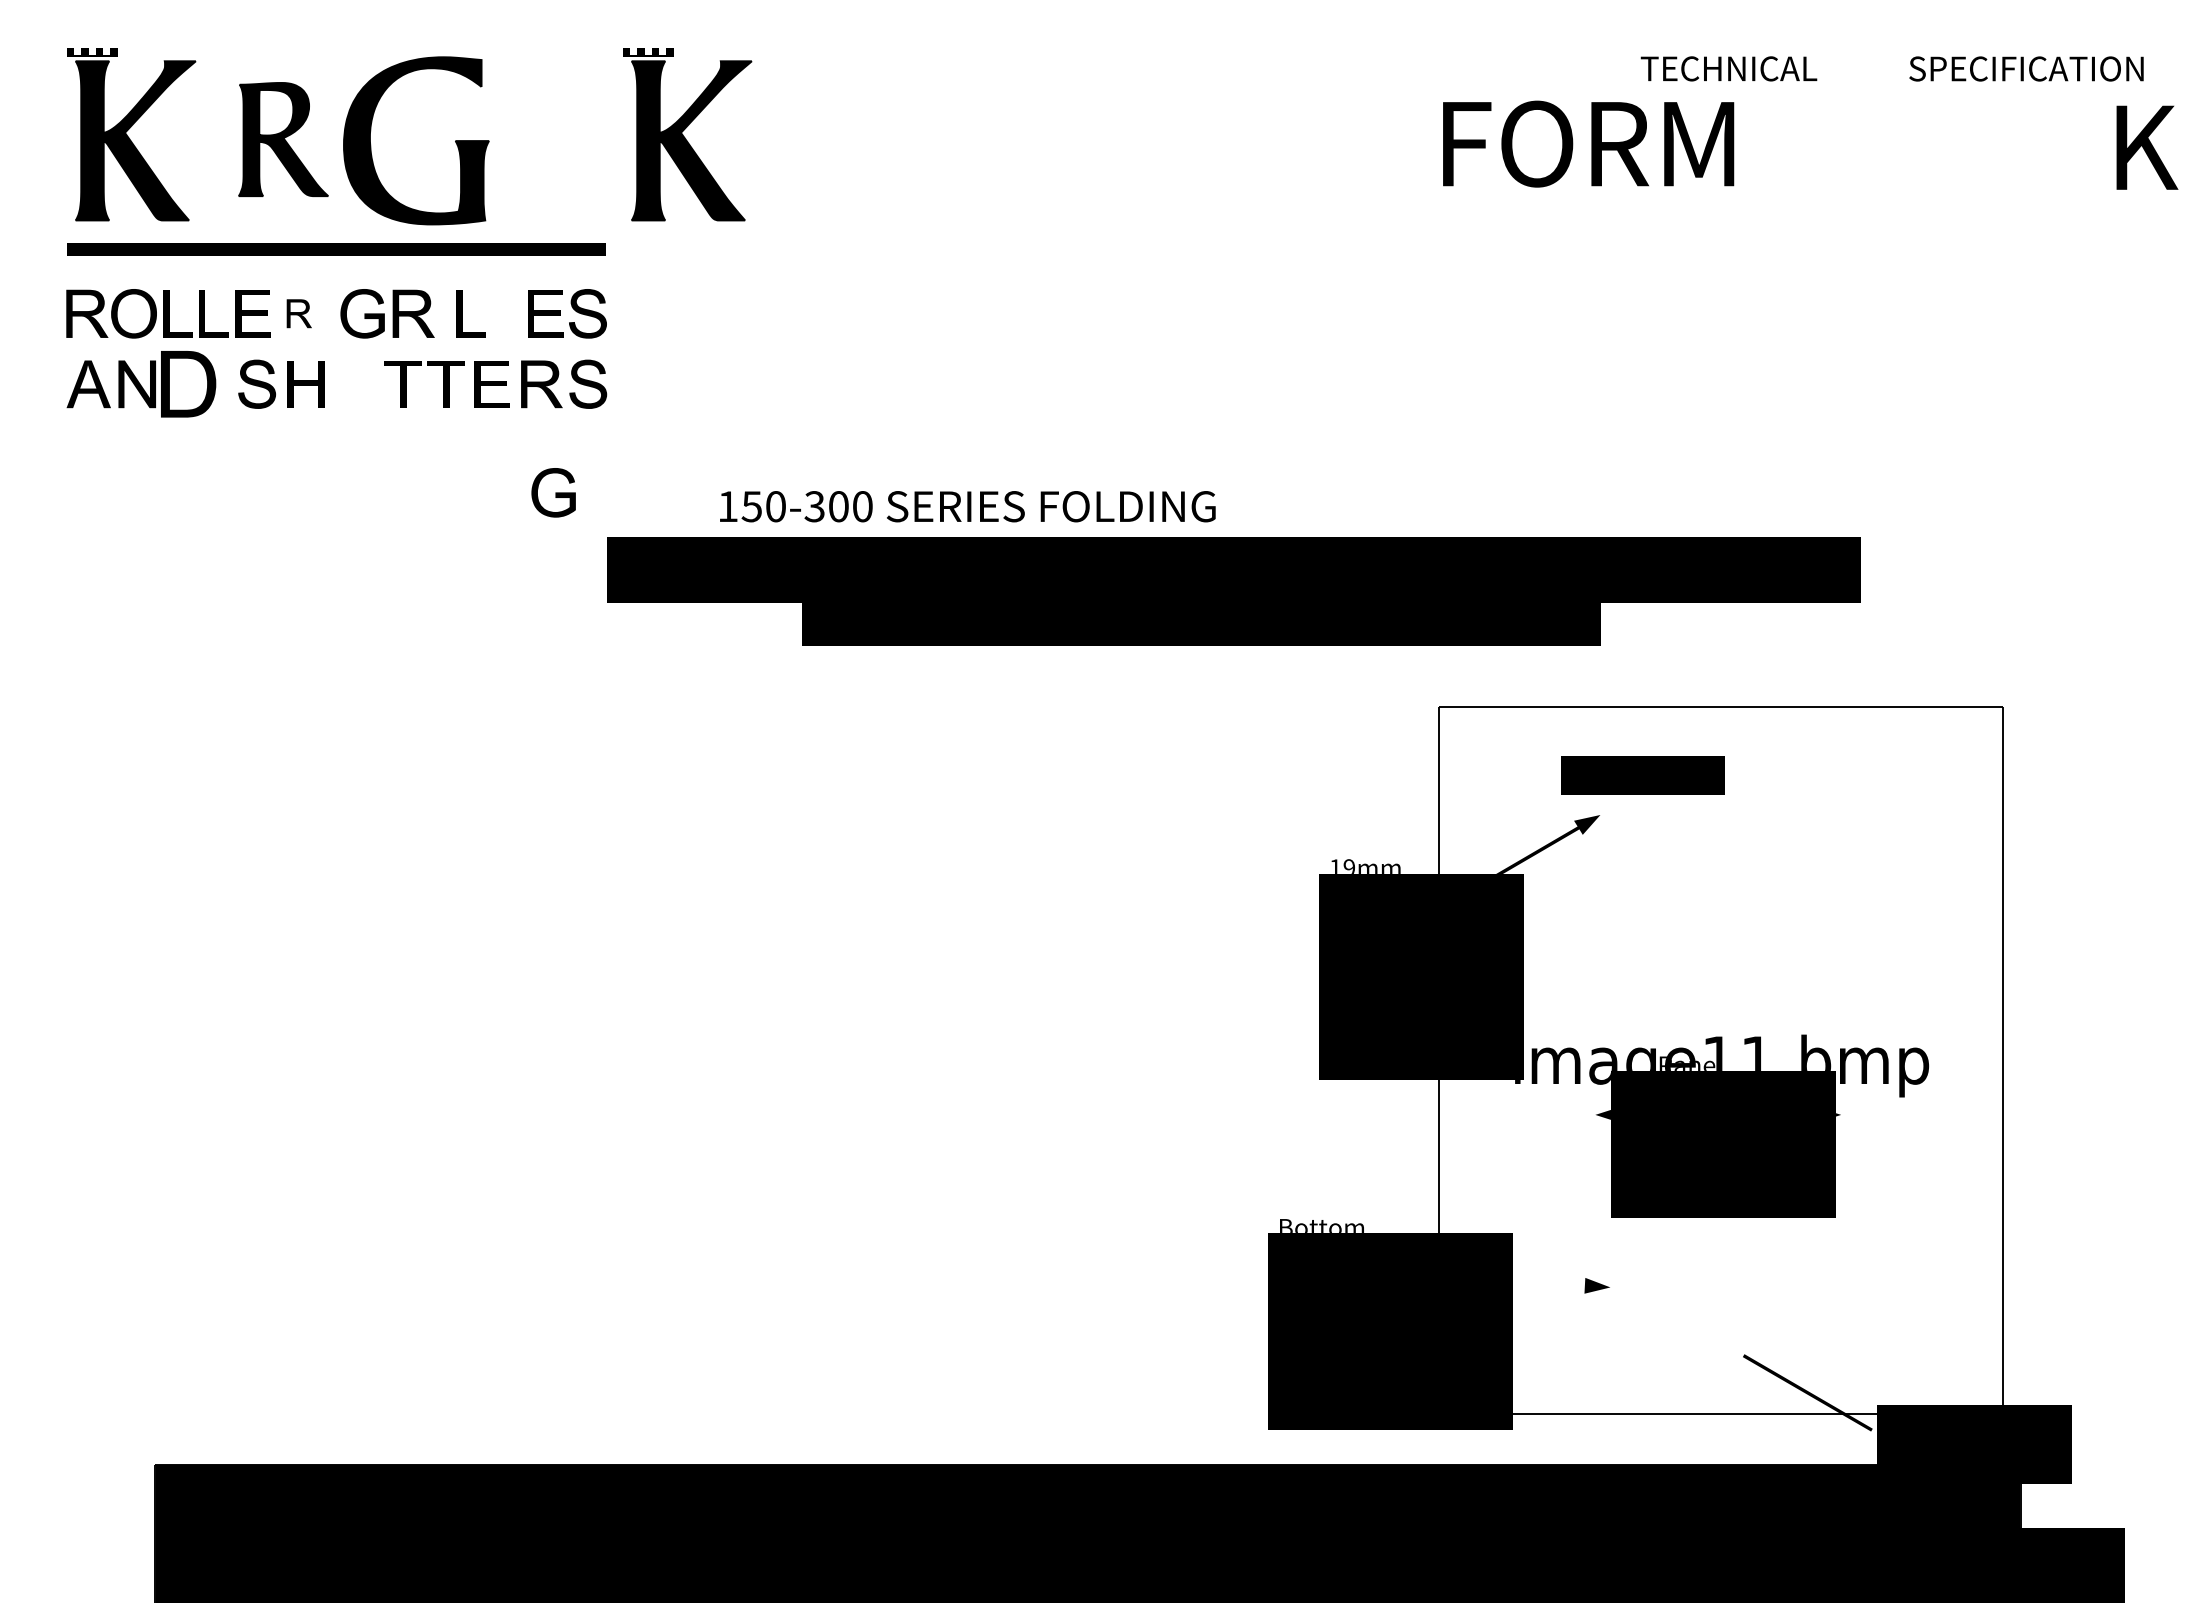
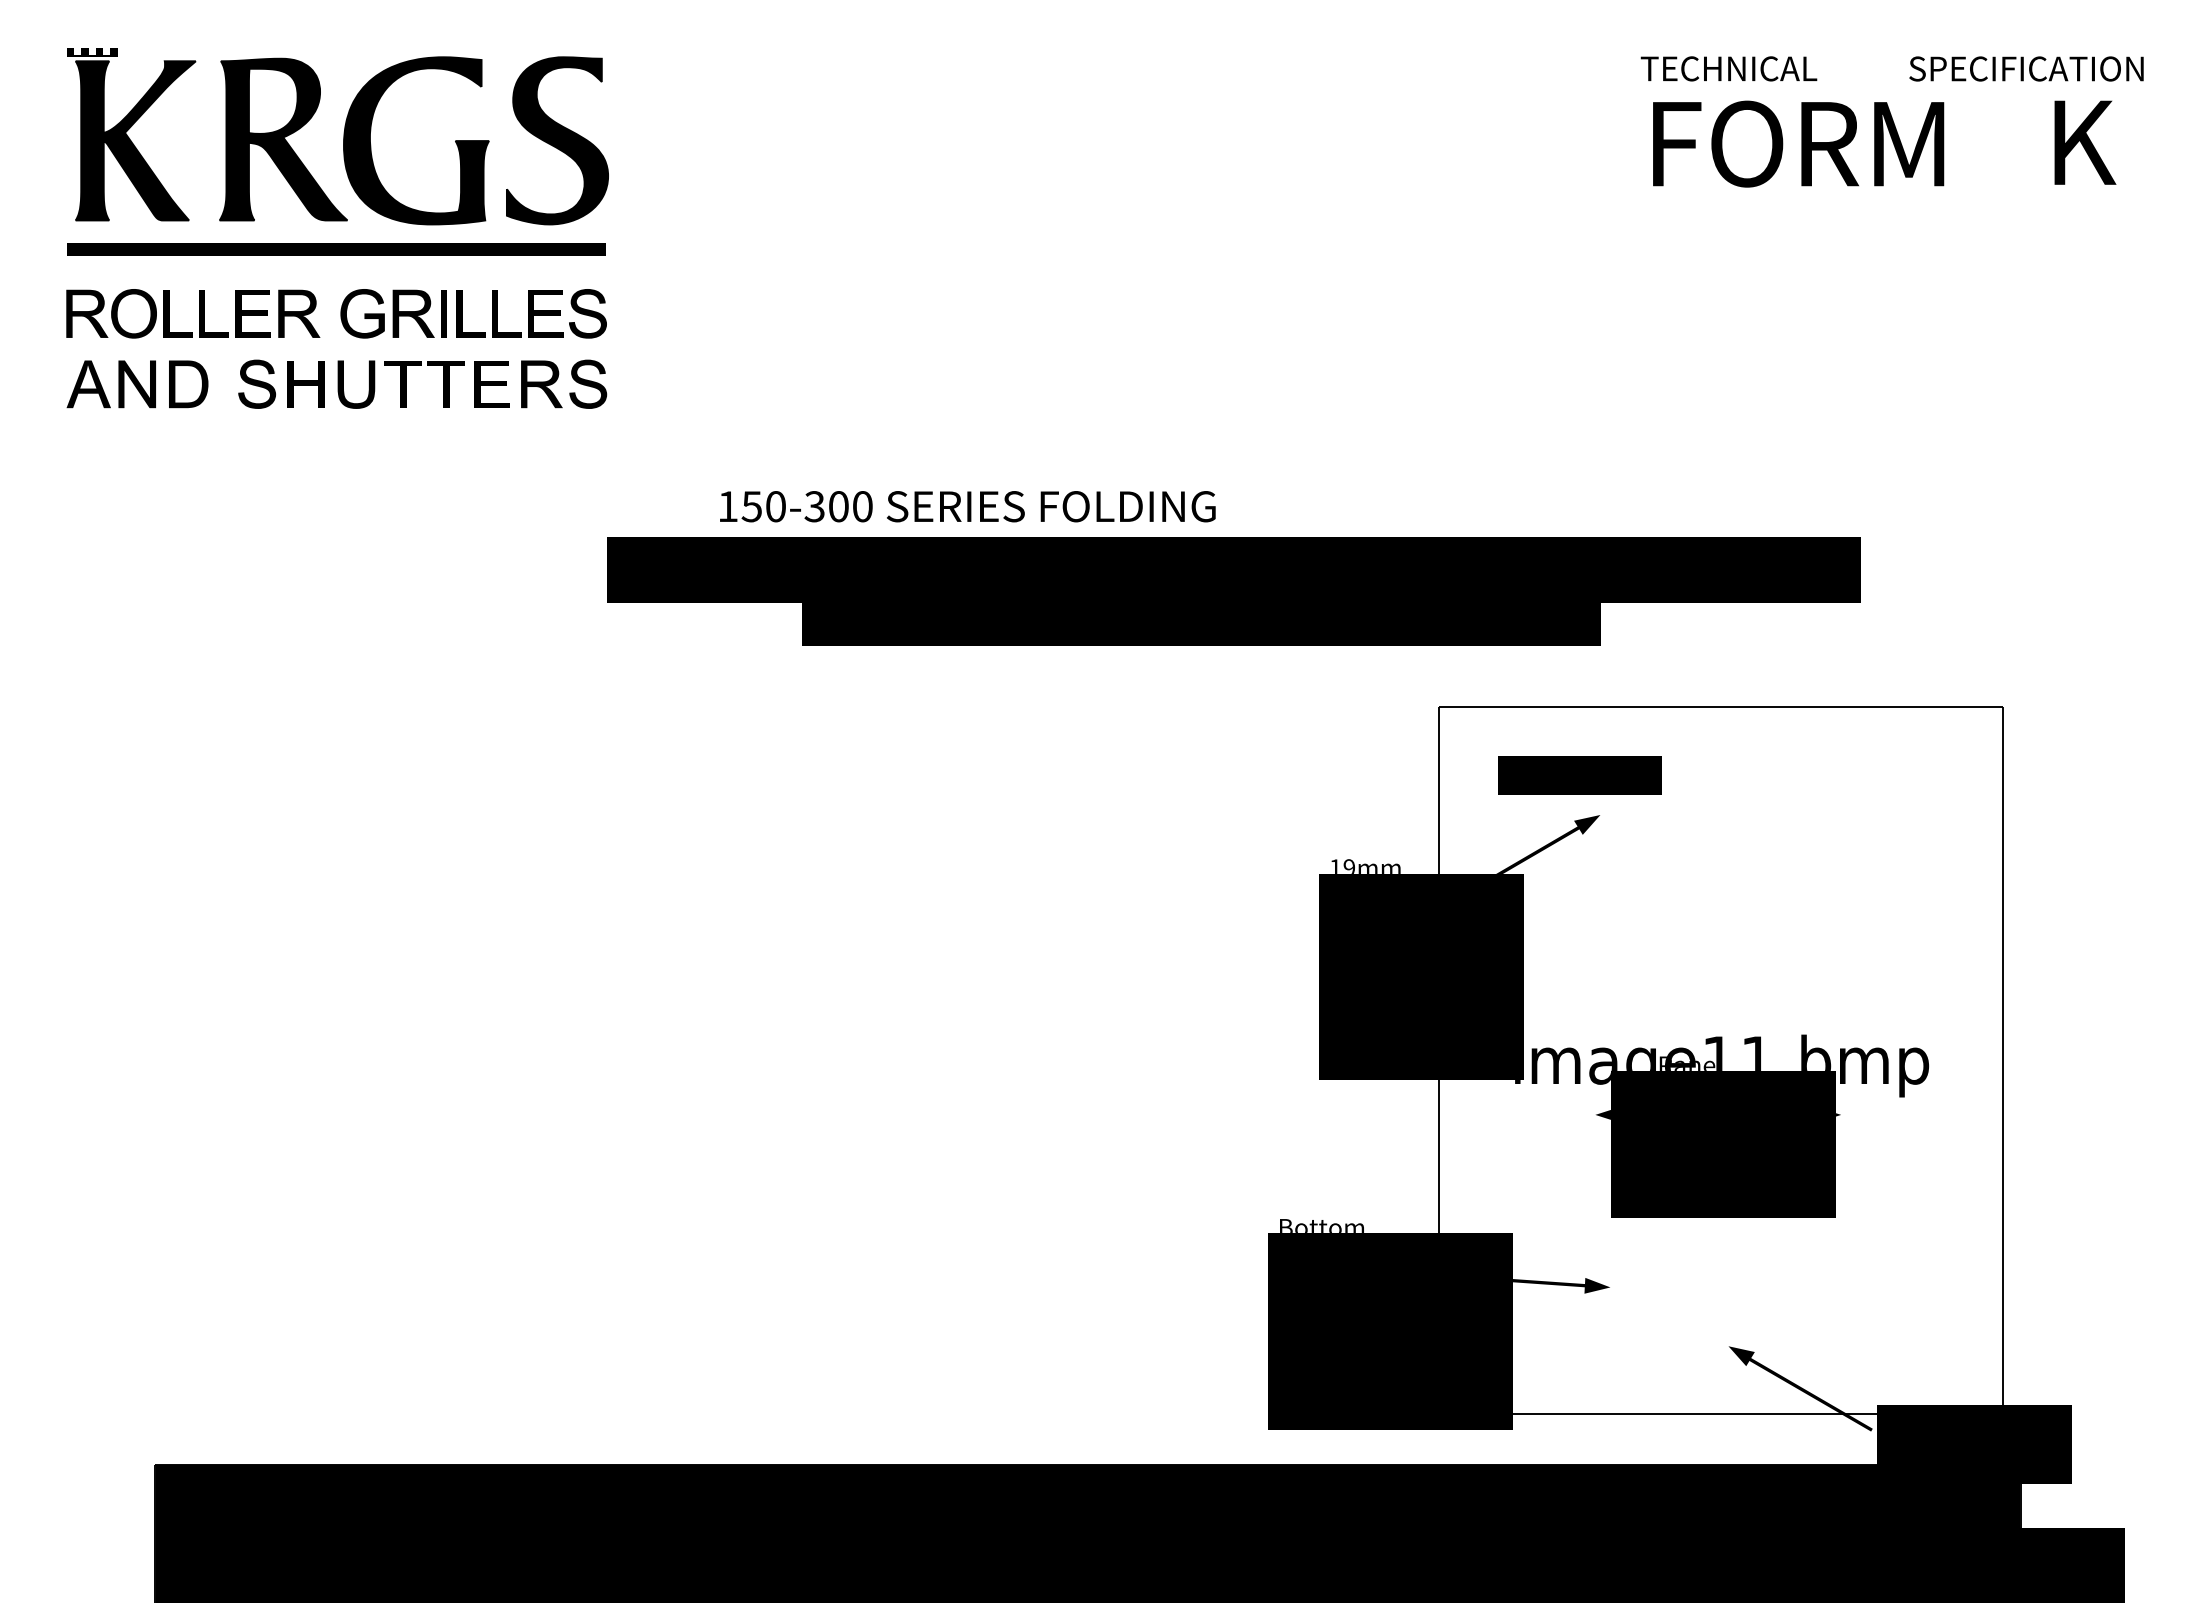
part at (687, 134): present -> none
part at (283, 139) size: 91x115 px -> 129x165 px
part at (557, 140): none -> present
text at (1588, 143) position: (1588, 143) -> (1798, 143)
text at (2147, 147) position: (2147, 147) -> (2085, 142)
part at (298, 313) size: 26x30 px -> 43x49 px
fill at (443, 313): none -> present
fill at (506, 313): none -> present
part at (188, 384) size: 56x67 px -> 40x49 px
part at (343, 384): none -> present
part at (553, 492): present -> none
text at (1642, 775) position: (1642, 775) -> (1579, 775)
fill at (1529, 1281): none -> present
fill at (1741, 1356): none -> present
